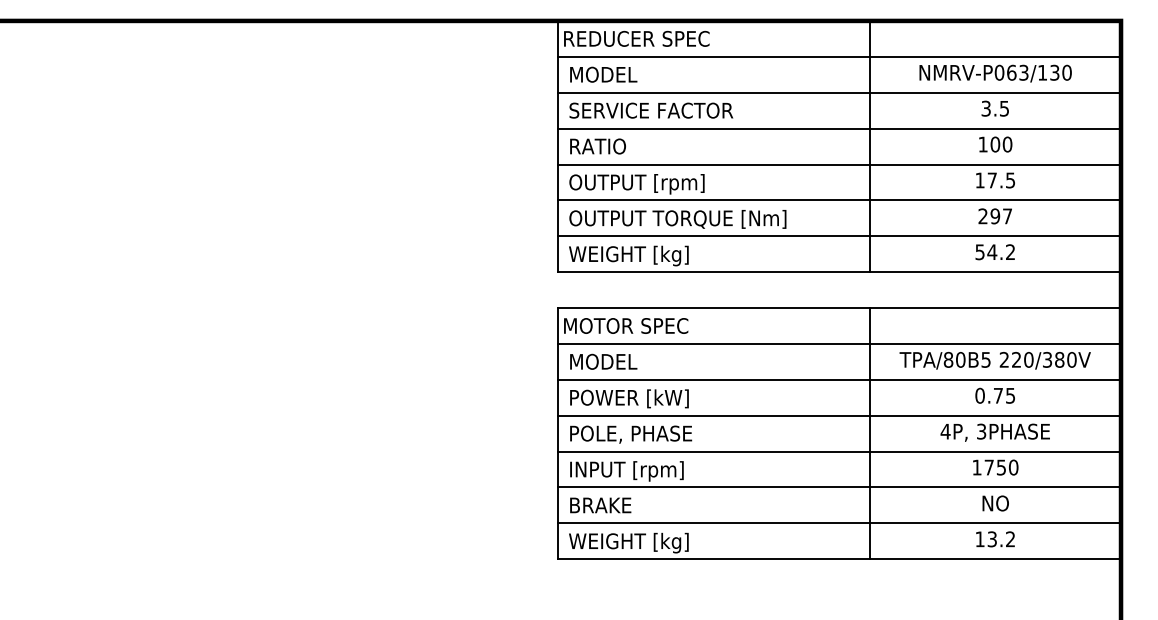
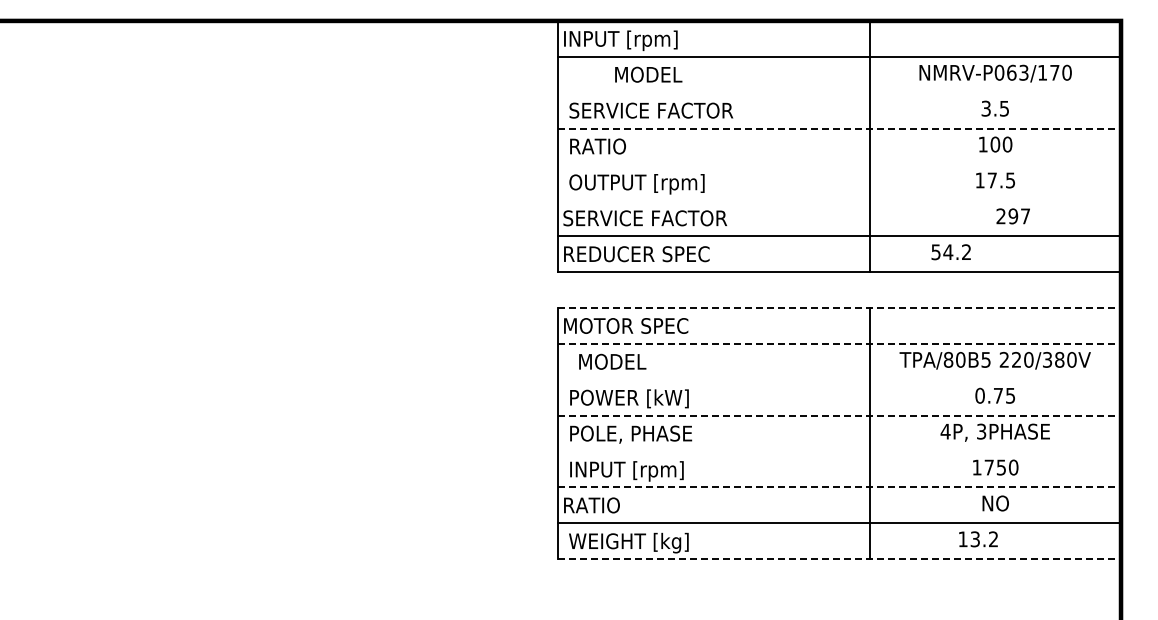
text at (637, 40): REDUCER SPEC -> INPUT [rpm]
text at (1054, 72): NMRV-P063/130 -> NMRV-P063/170
text at (603, 74) position: (603, 74) -> (648, 74)
line at (839, 92): present -> none
line at (840, 128): solid -> dashed
line at (839, 164): present -> none
line at (839, 200): present -> none
text at (994, 216) position: (994, 216) -> (1012, 216)
text at (674, 219): OUTPUT TORQUE [Nm] -> SERVICE FACTOR
text at (994, 252) position: (994, 252) -> (950, 252)
text at (636, 255): WEIGHT [kg] -> REDUCER SPEC
line at (840, 308): solid -> dashed
line at (840, 343): solid -> dashed
text at (603, 361) position: (603, 361) -> (612, 361)
line at (839, 379): present -> none
line at (840, 415): solid -> dashed
line at (839, 451): present -> none
line at (840, 487): solid -> dashed
text at (597, 505): BRAKE -> RATIO
text at (995, 539) position: (995, 539) -> (978, 539)
line at (840, 559): solid -> dashed
